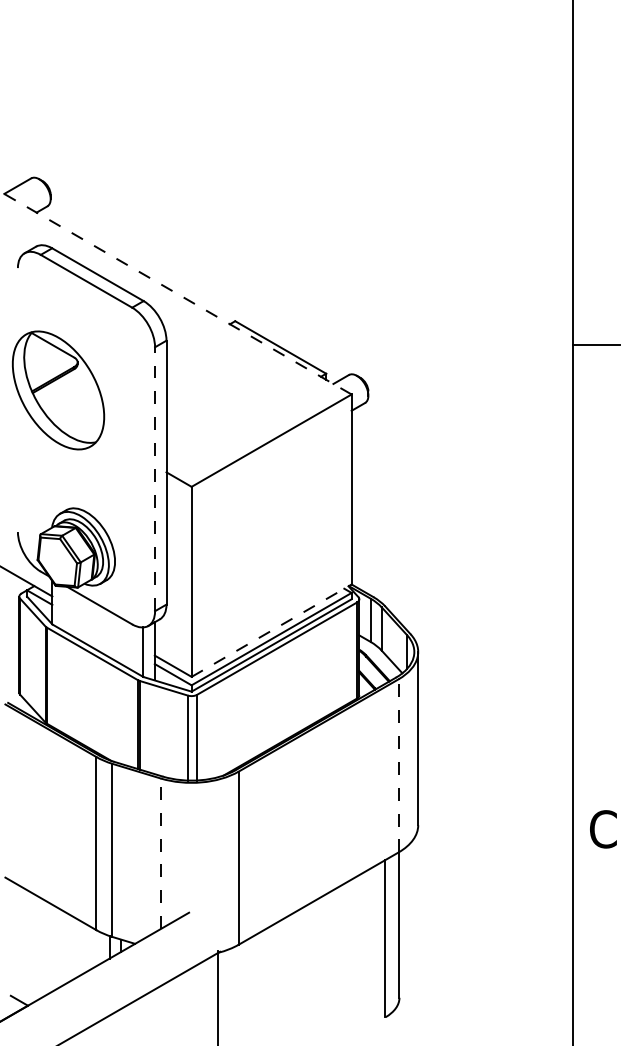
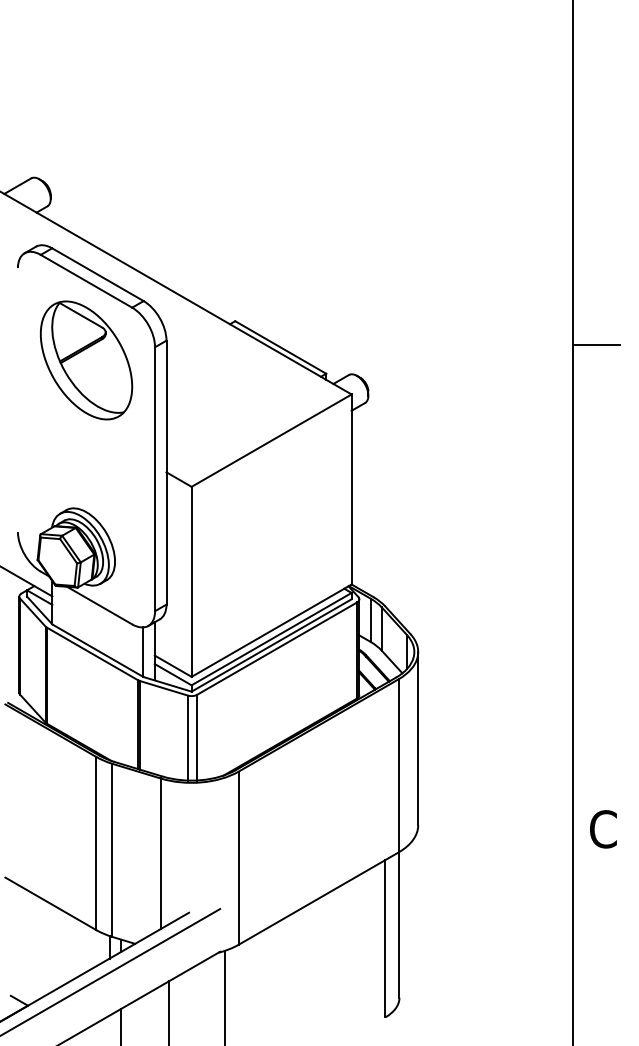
line at (176, 293): dashed -> solid
part at (58, 390) position: (58, 390) -> (86, 360)
line at (155, 479): dashed -> solid
line at (272, 630): dashed -> solid
line at (398, 765): dashed -> solid
line at (160, 853): dashed -> solid
line at (111, 971): none -> present
line at (218, 996) position: (218, 996) -> (225, 996)
line at (169, 1011): none -> present
line at (121, 1025): none -> present
